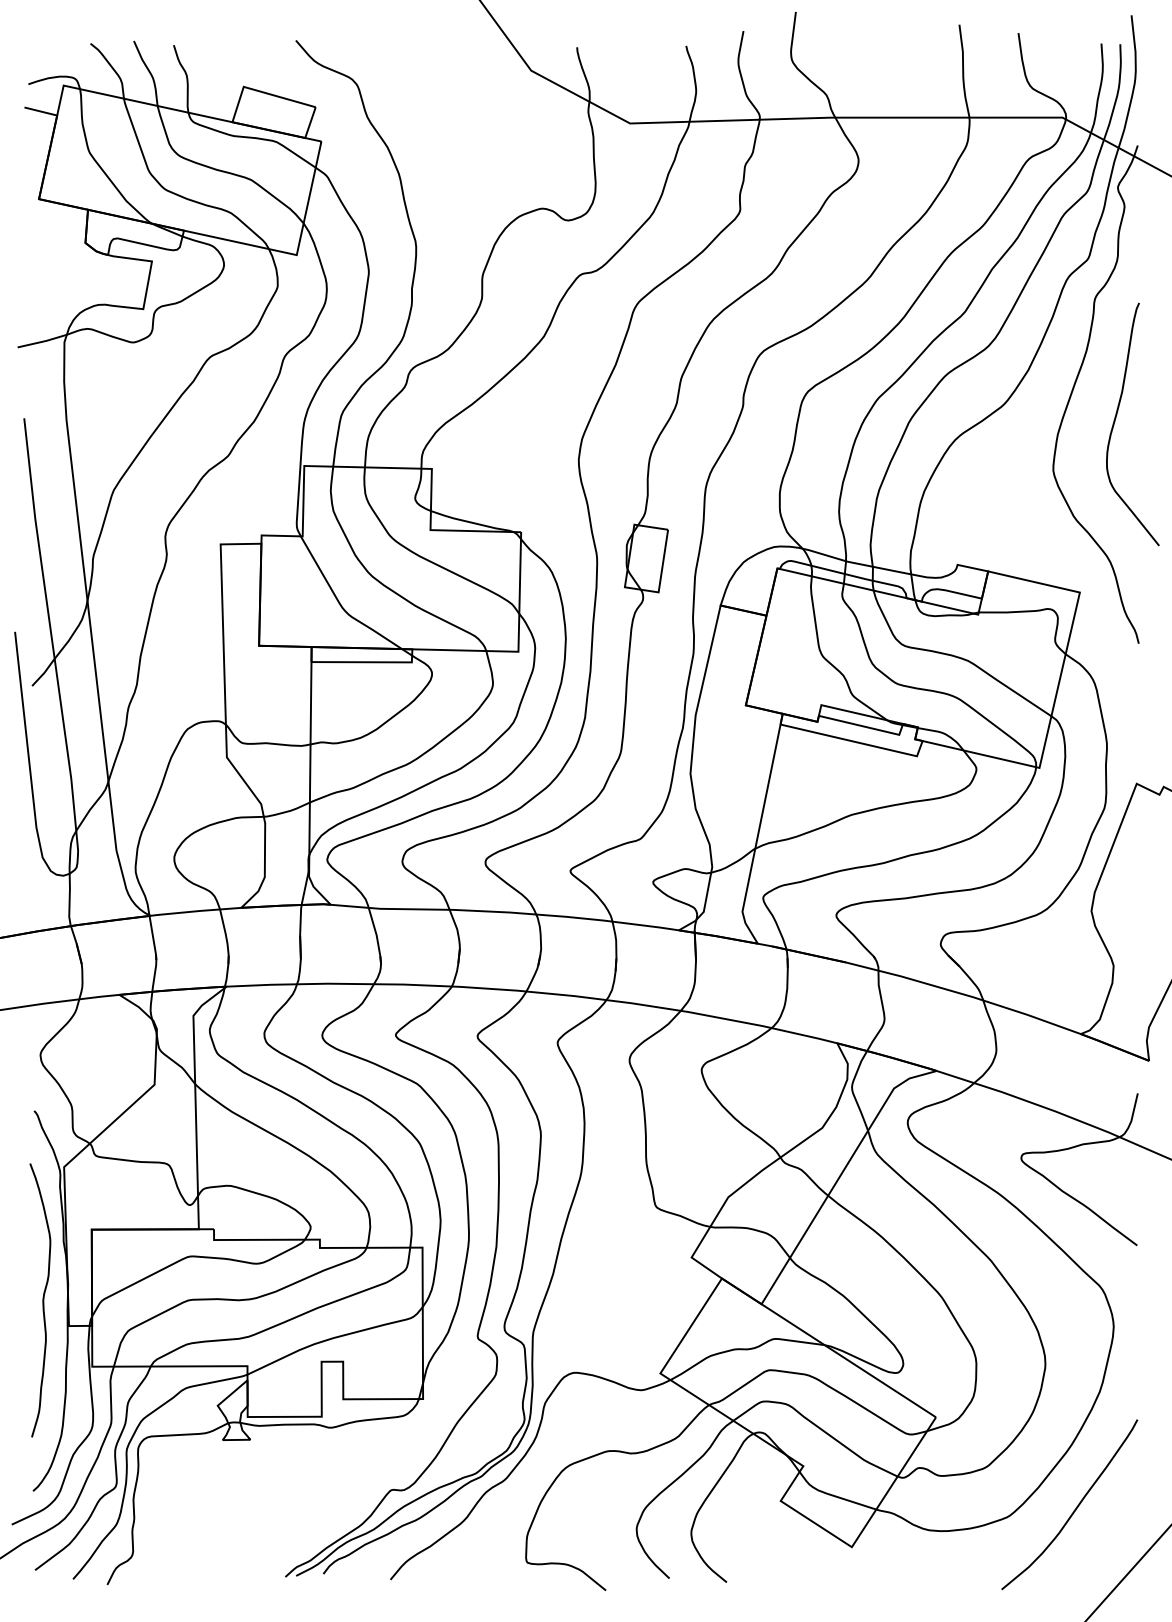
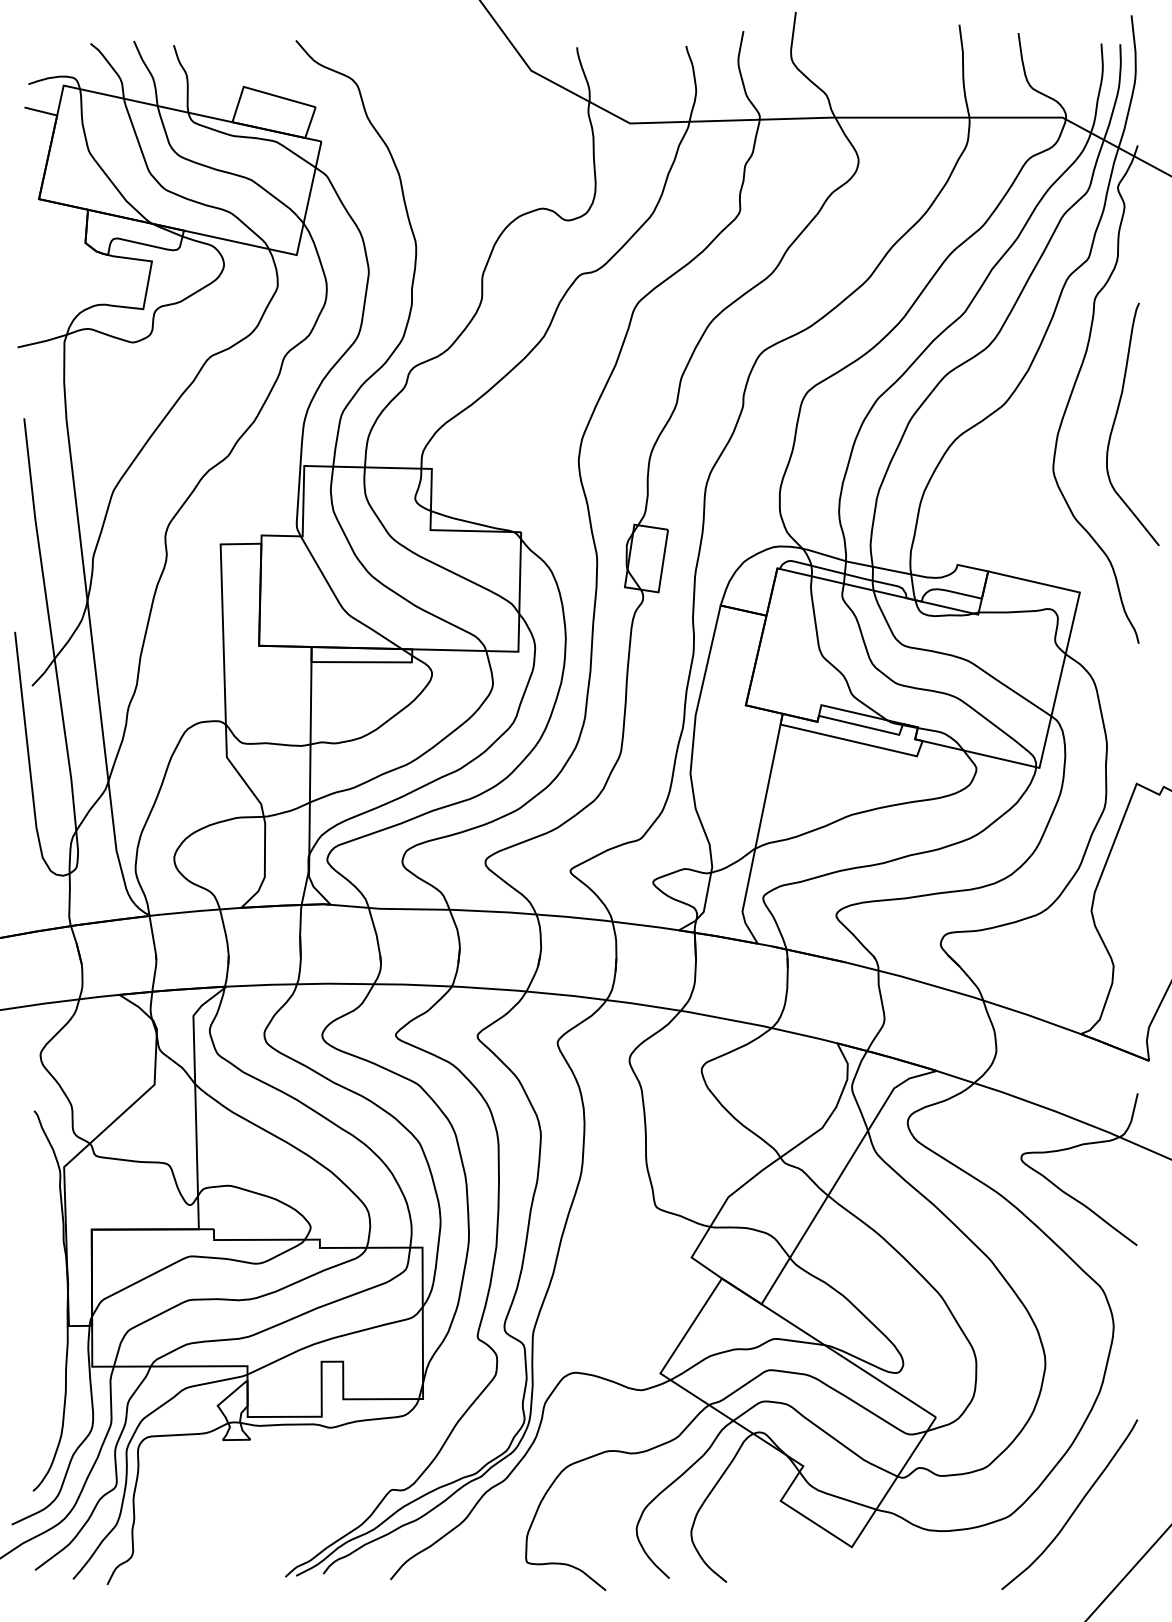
curve at (42, 1300): present -> none
